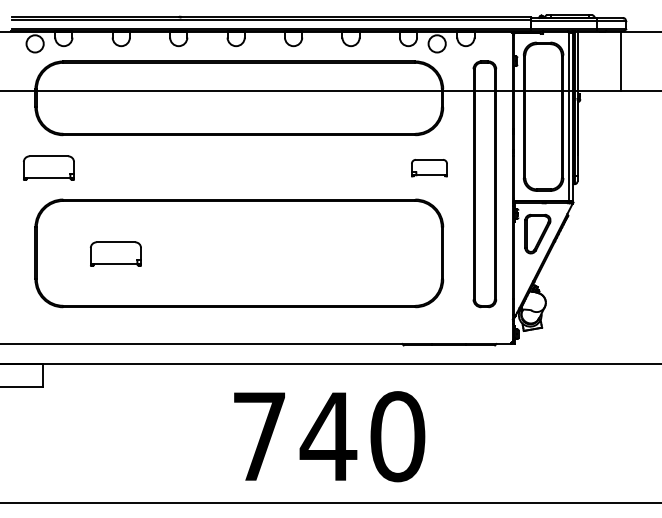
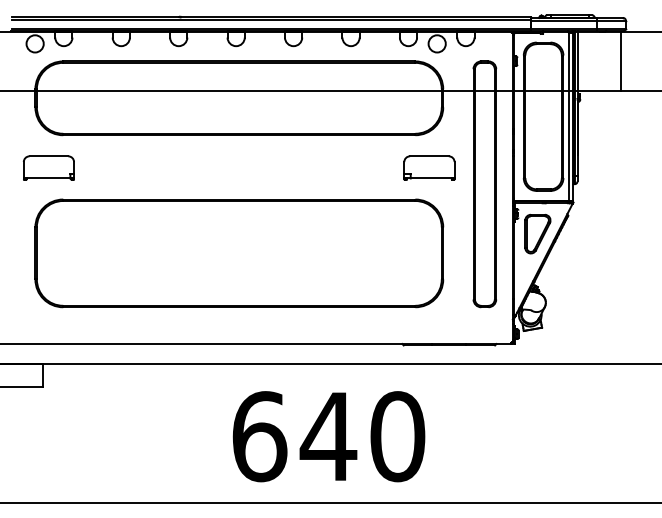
part at (429, 168) size: 37x19 px -> 53x26 px
part at (115, 253): present -> none
text at (259, 436): 740 -> 640
